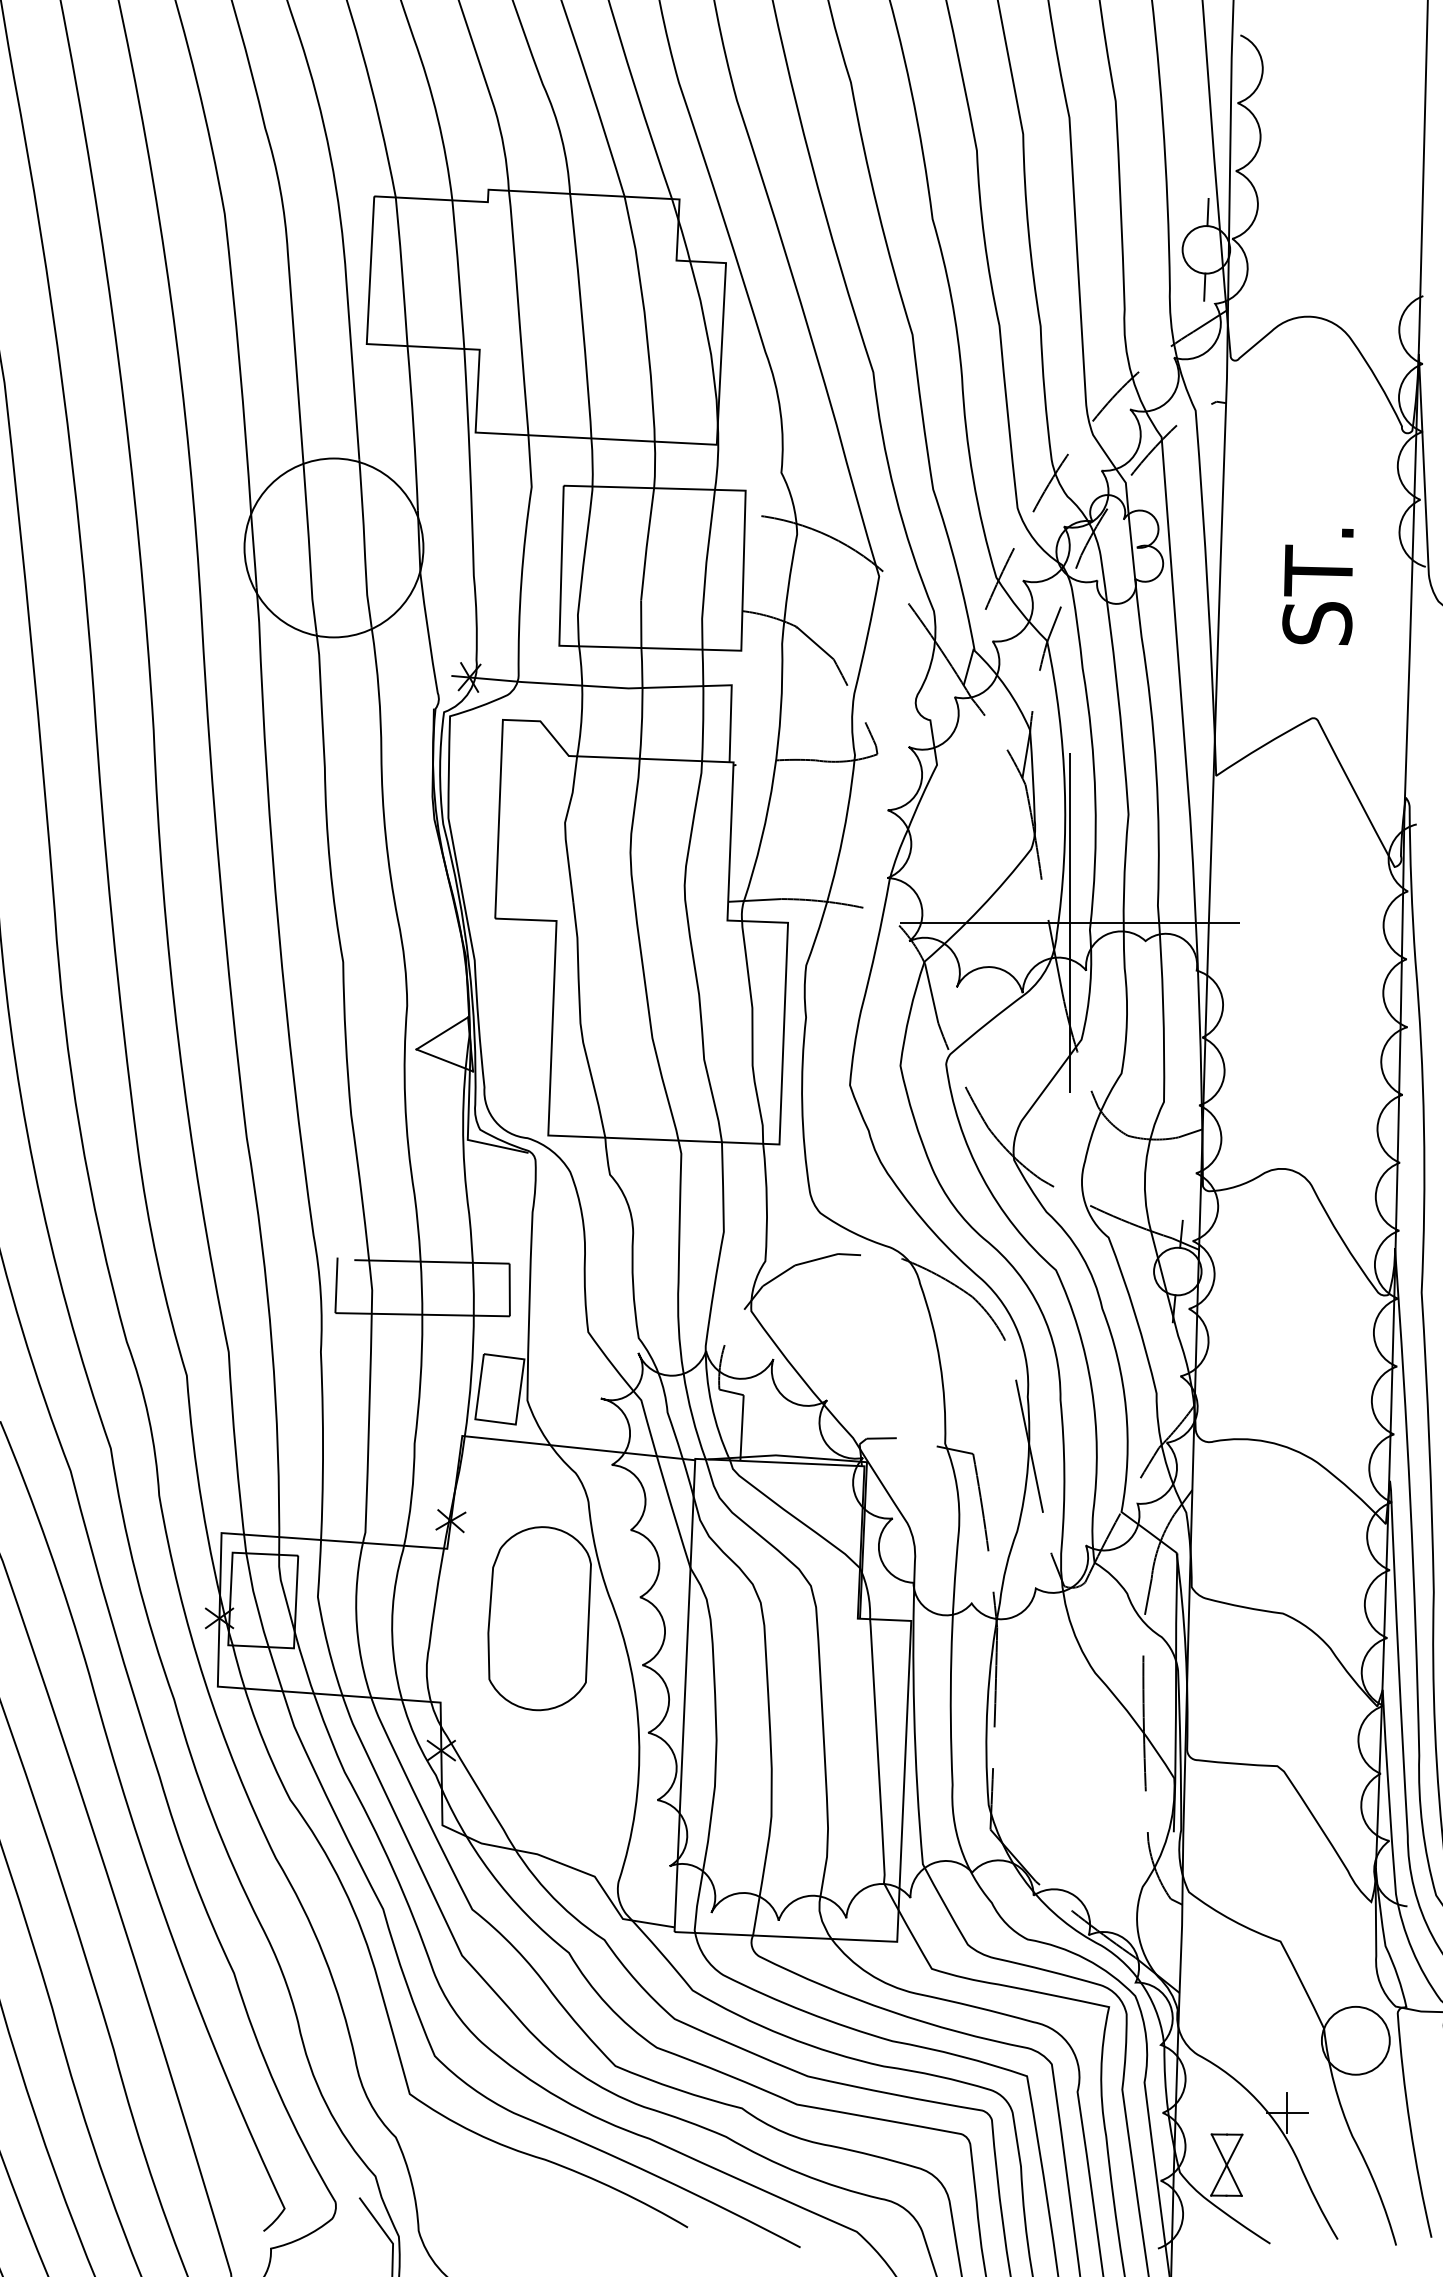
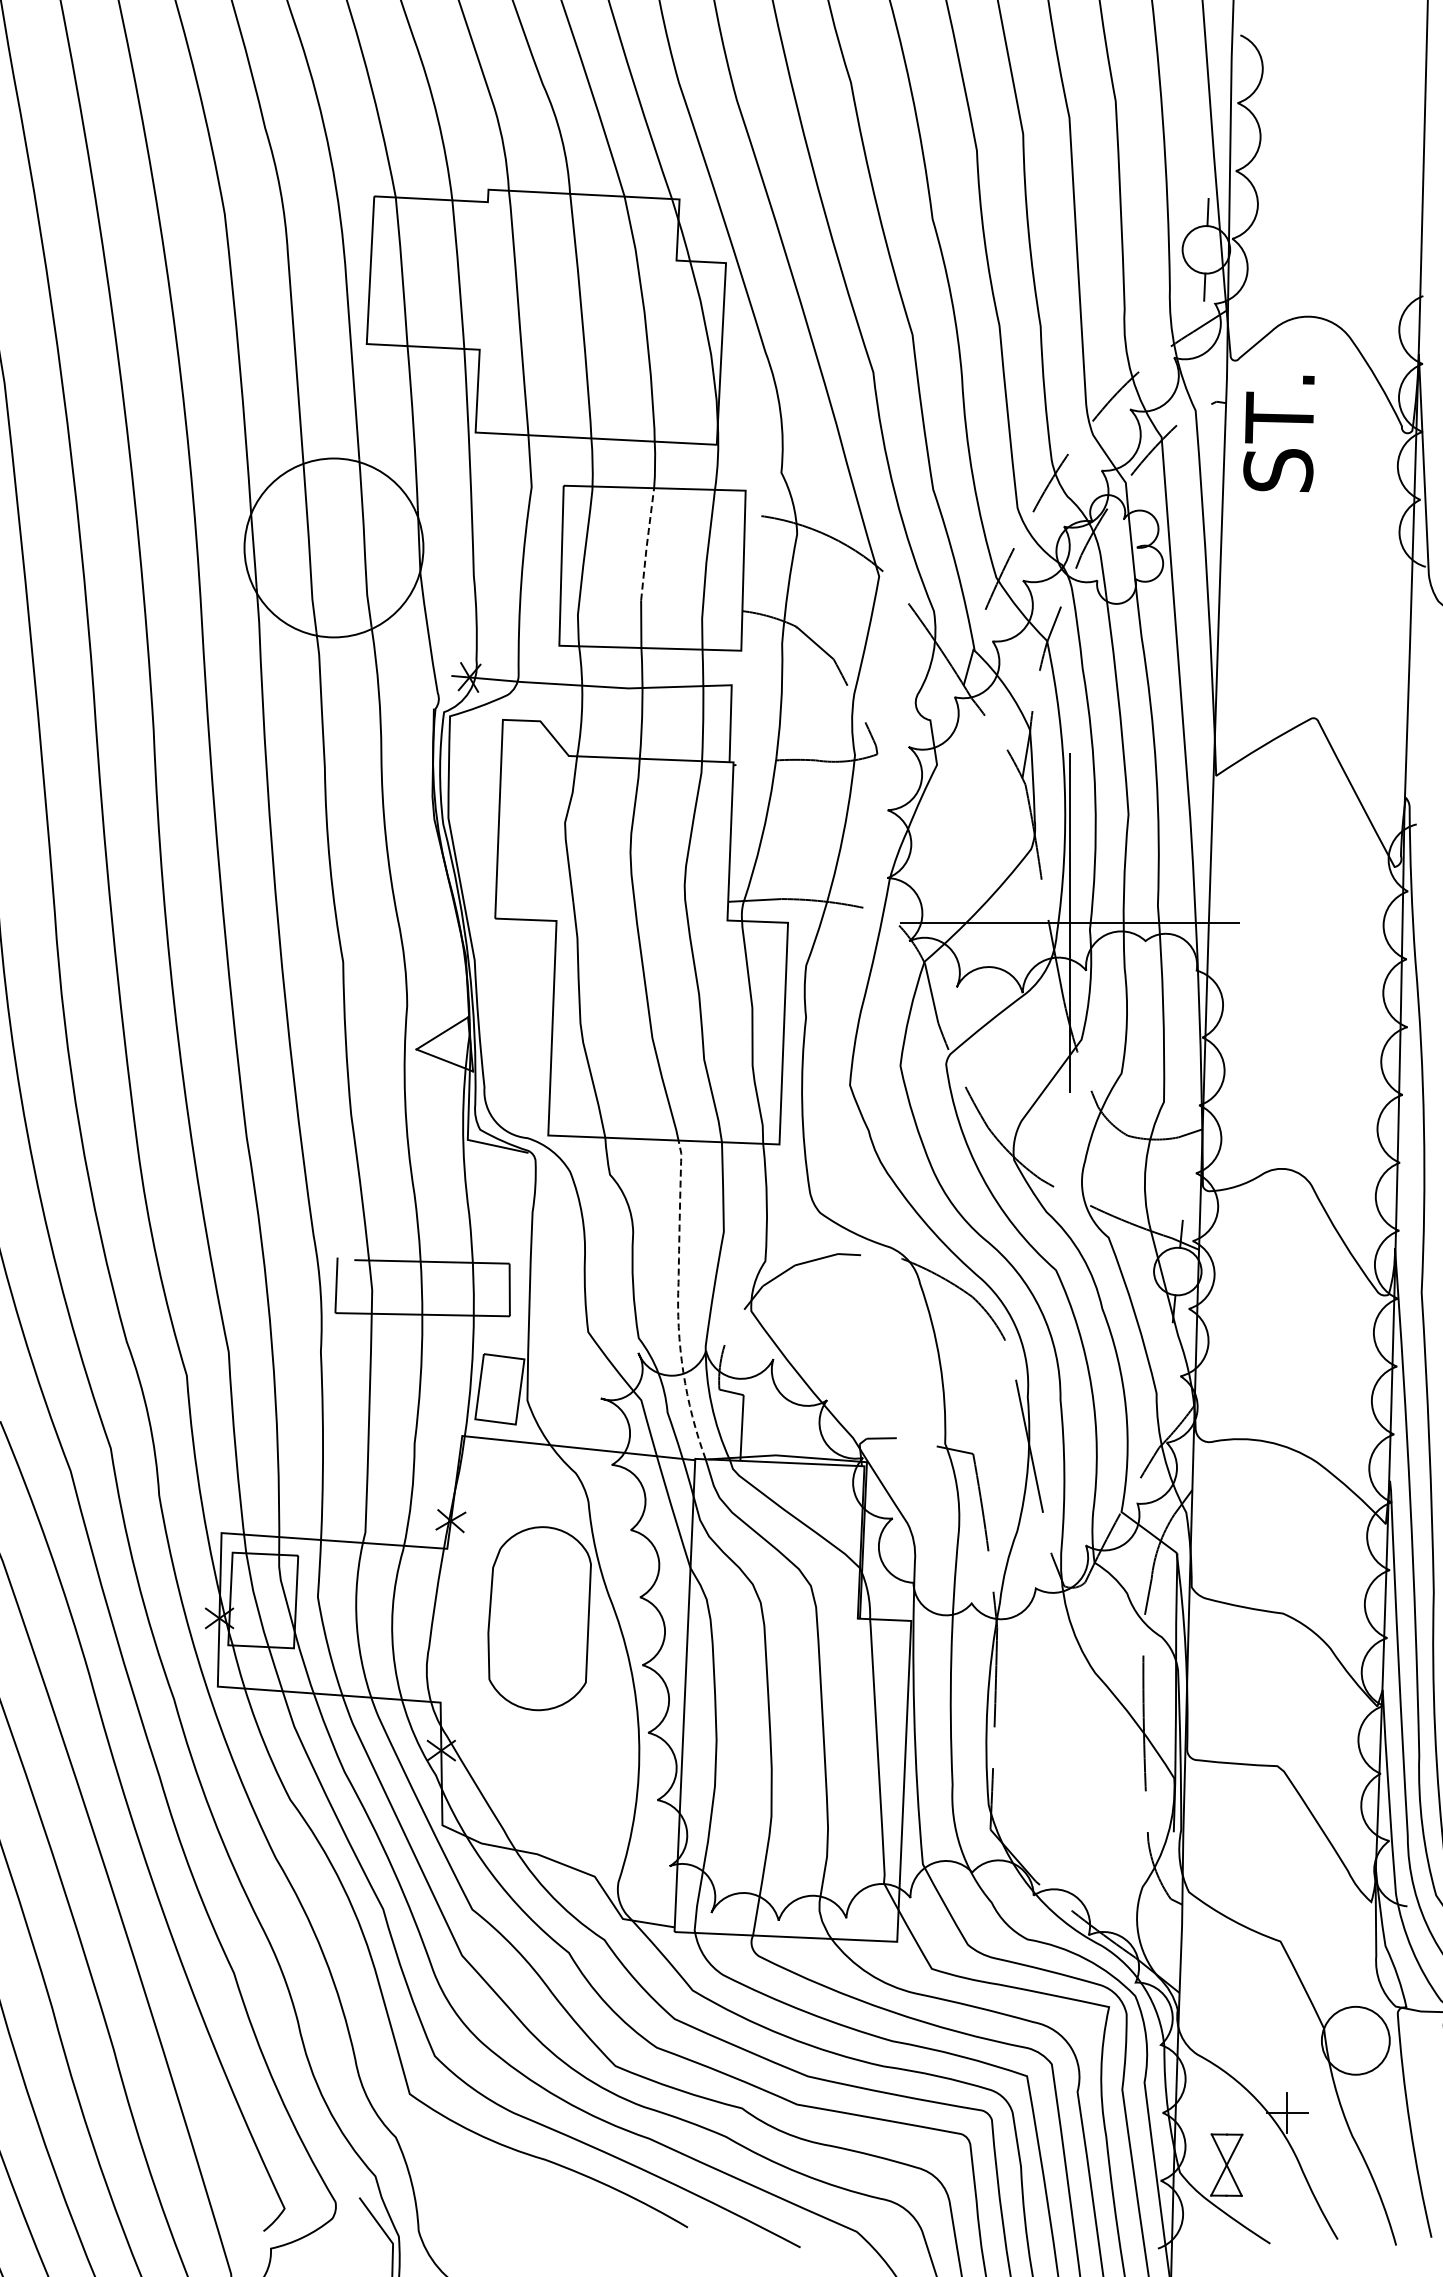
line at (647, 543): solid -> dashed
text at (1317, 586) position: (1317, 586) -> (1278, 433)
line at (678, 1306): solid -> dashed
